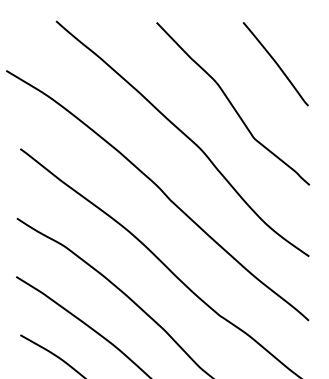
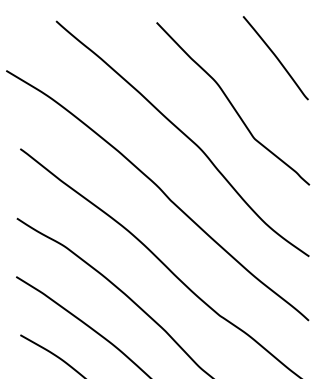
curve at (275, 63) position: (275, 63) -> (275, 57)
